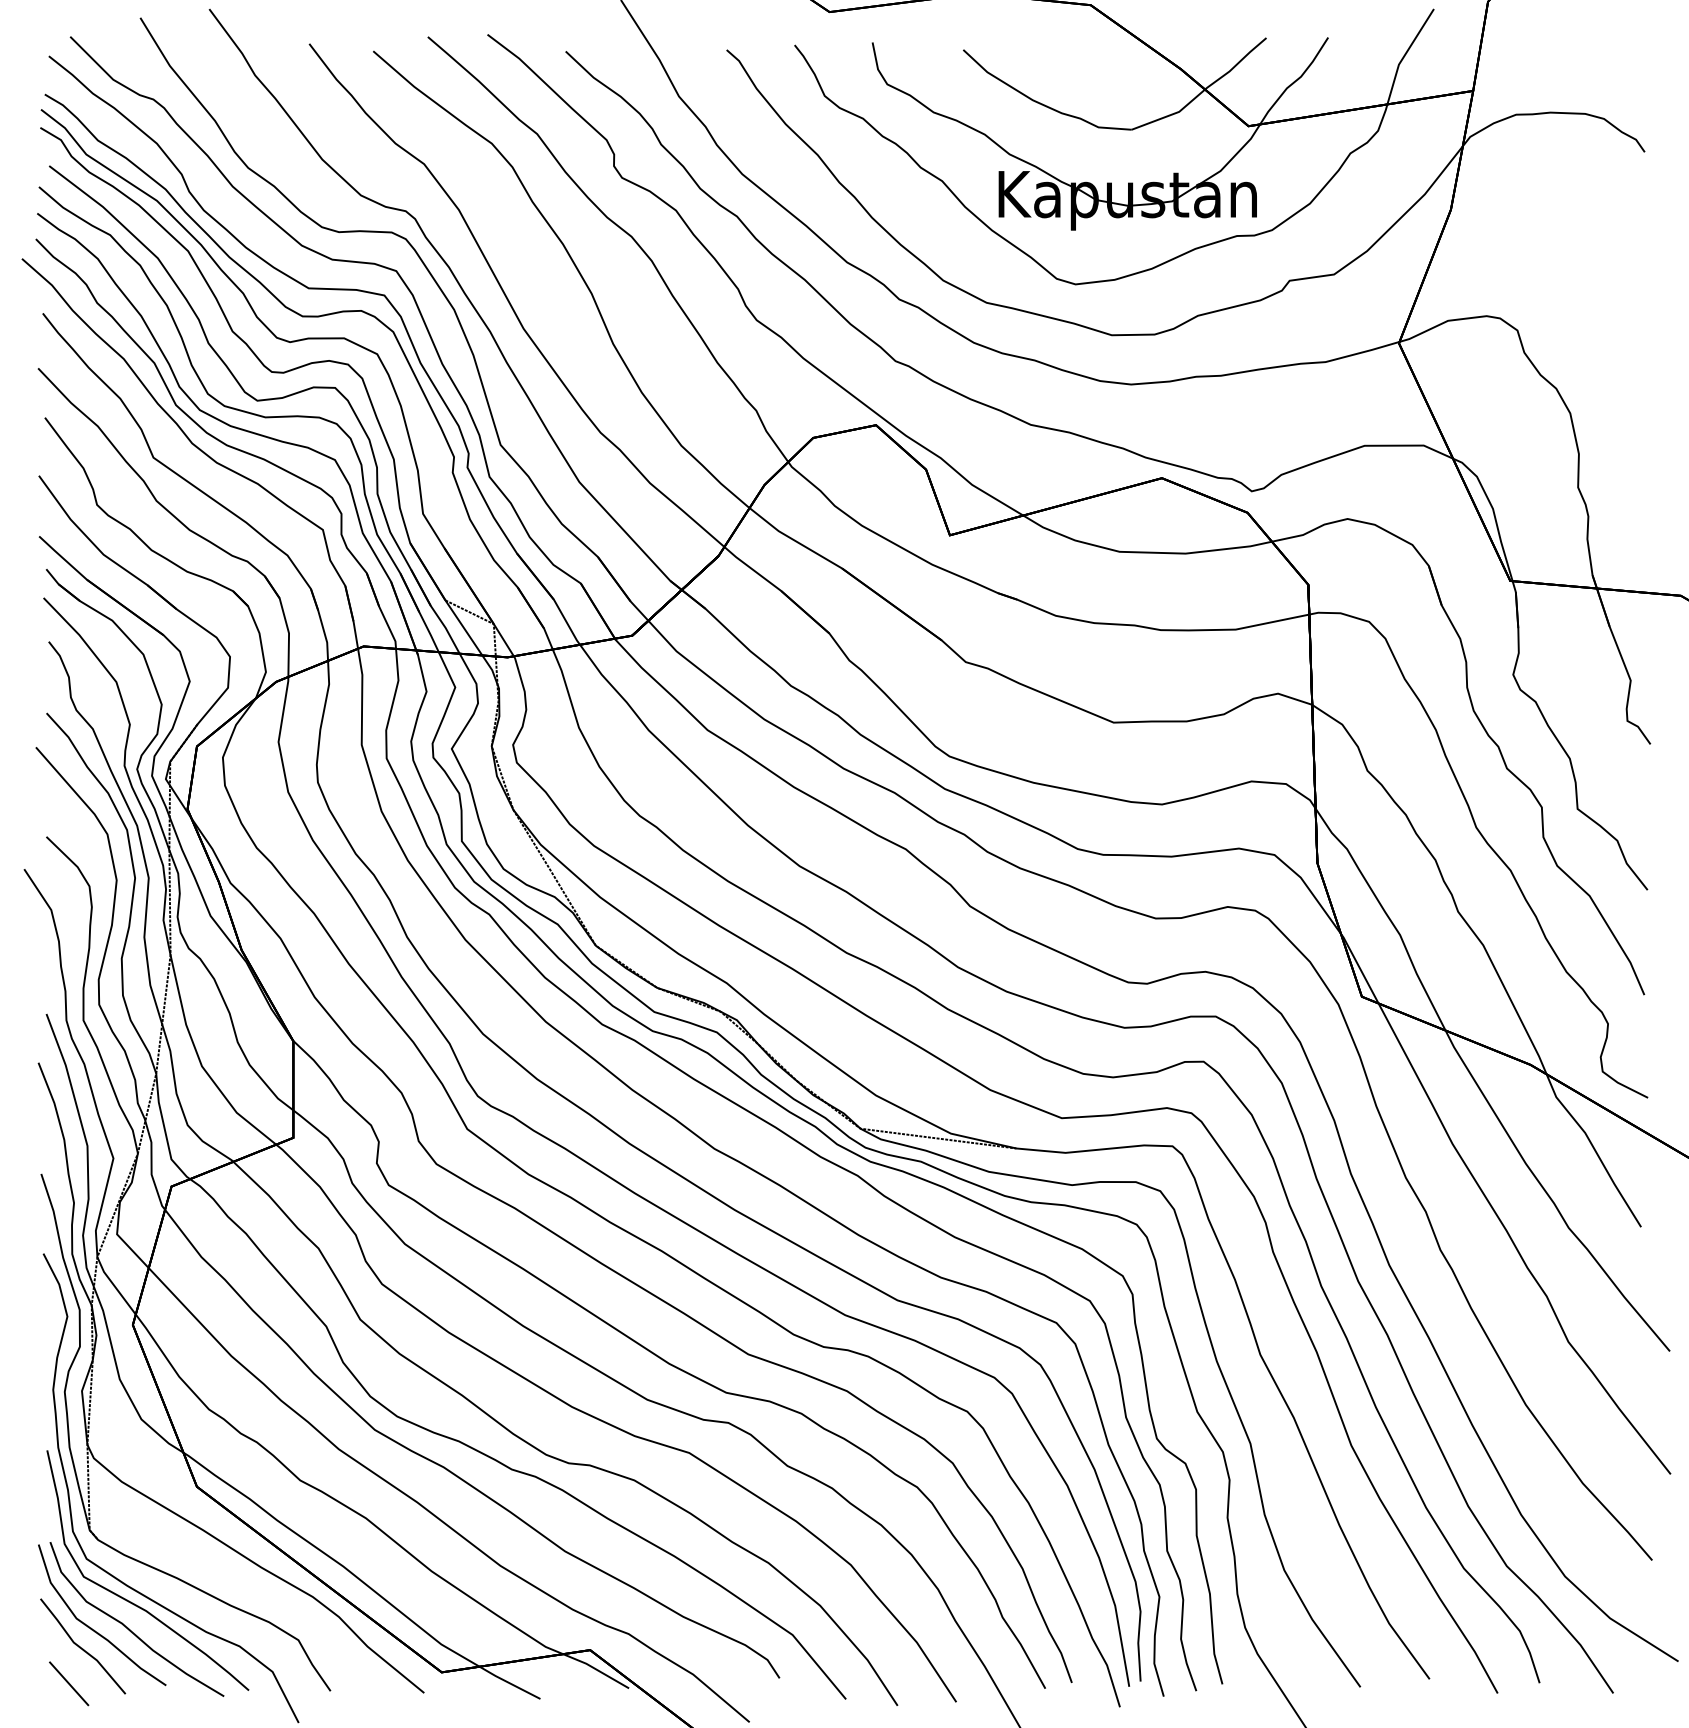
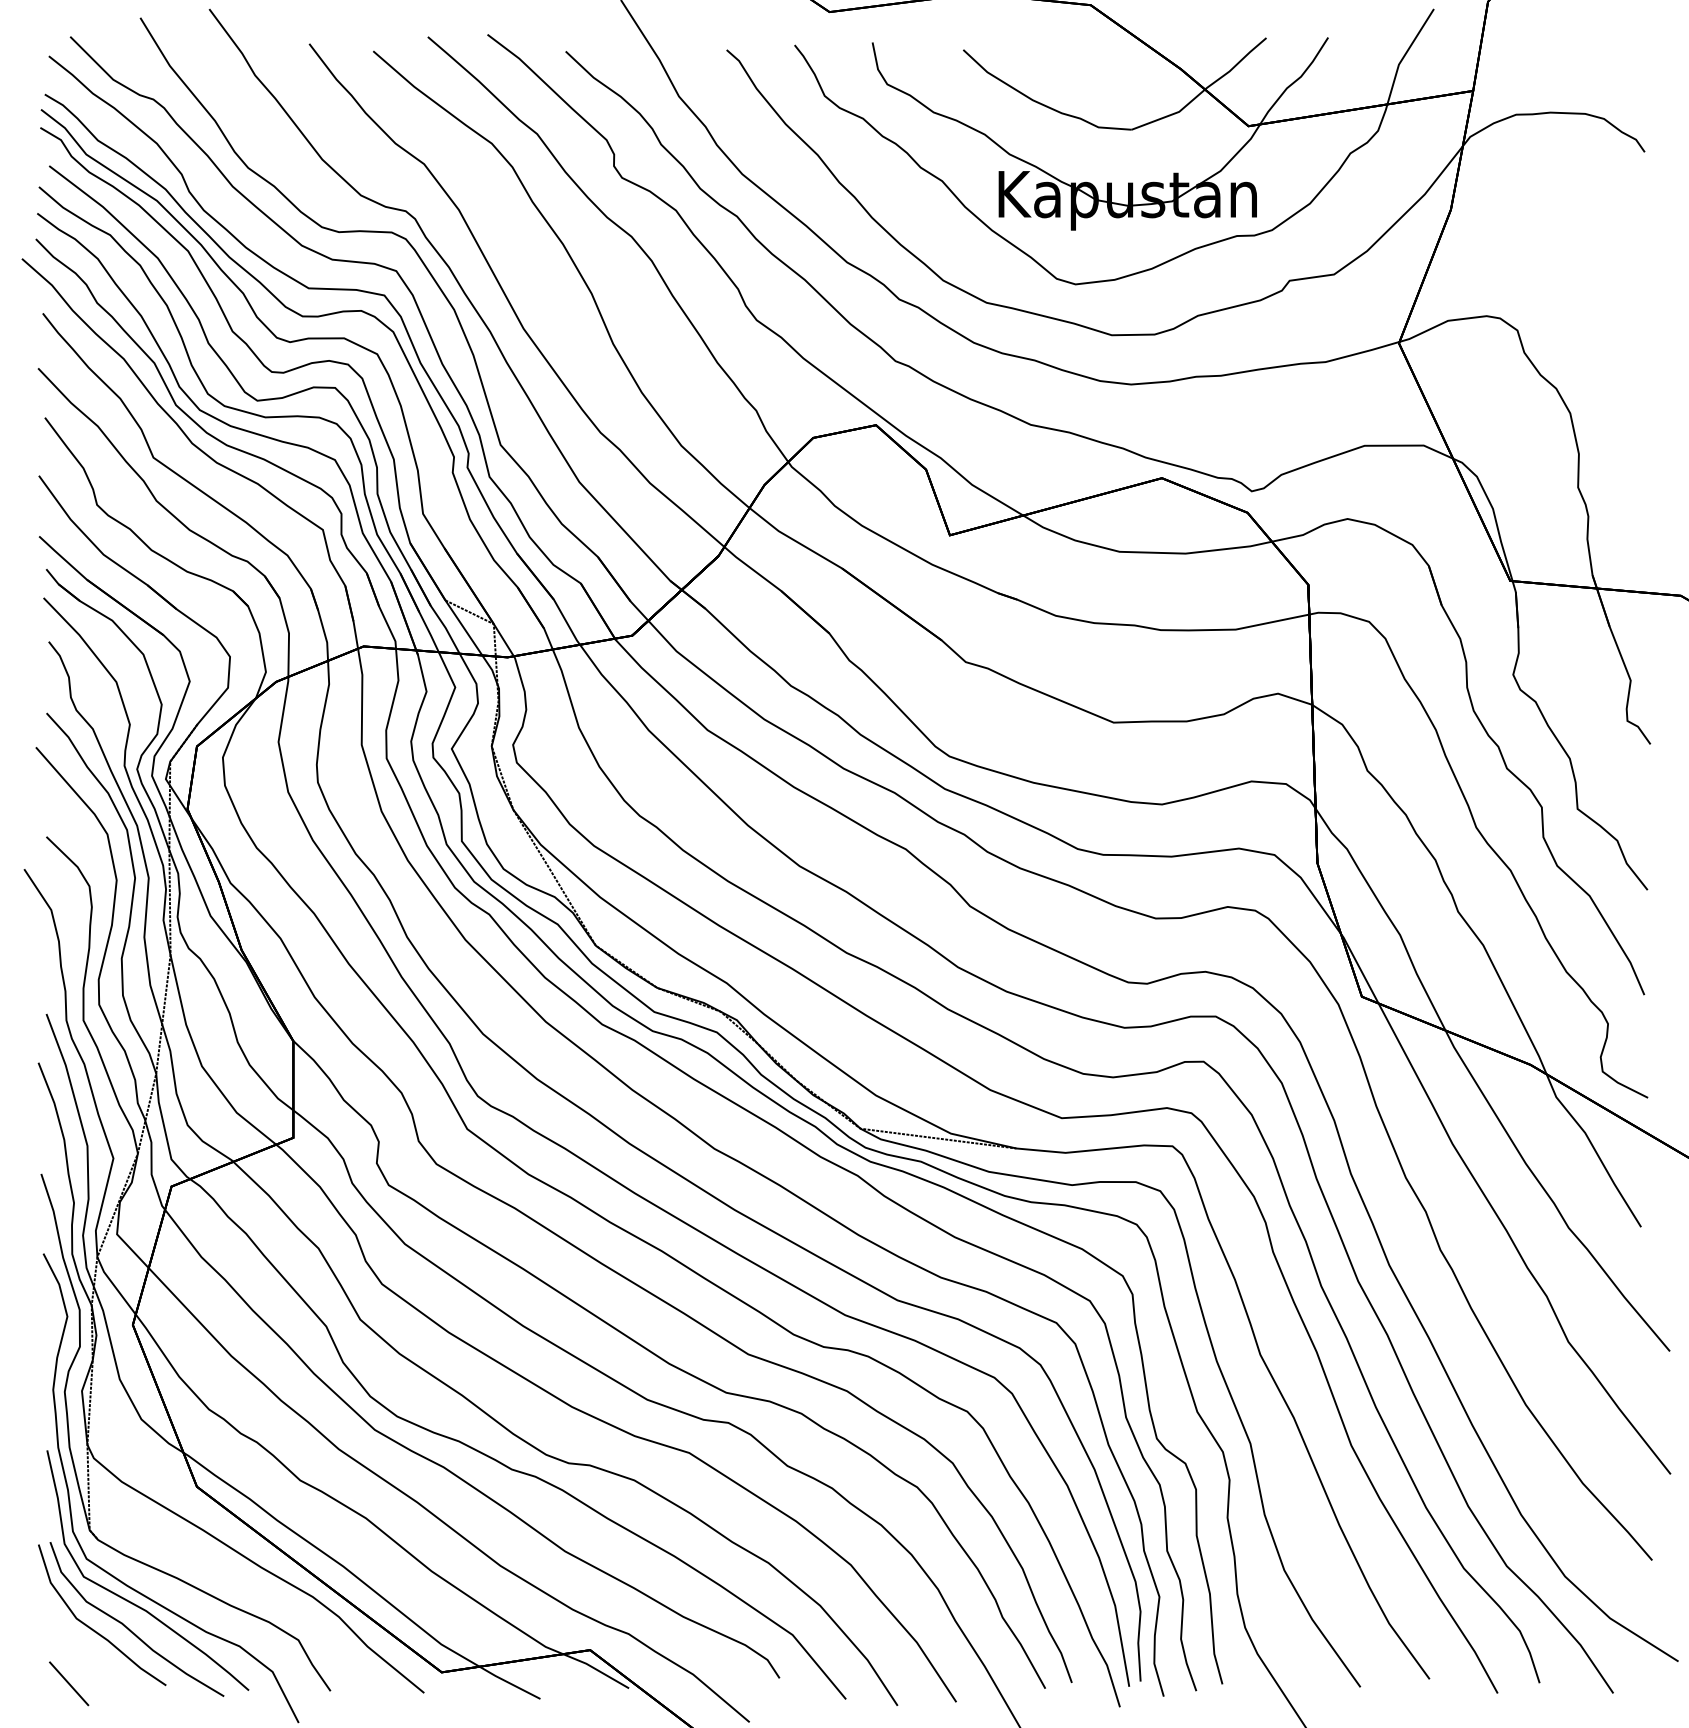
line at (83, 1648): present -> none
